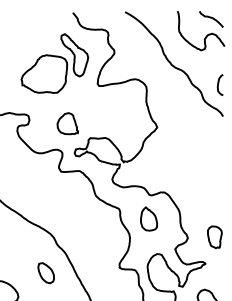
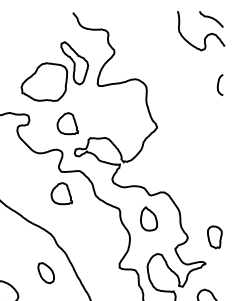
part at (54, 63) position: (54, 63) -> (54, 71)
curve at (174, 65): present -> none
part at (61, 193): none -> present
